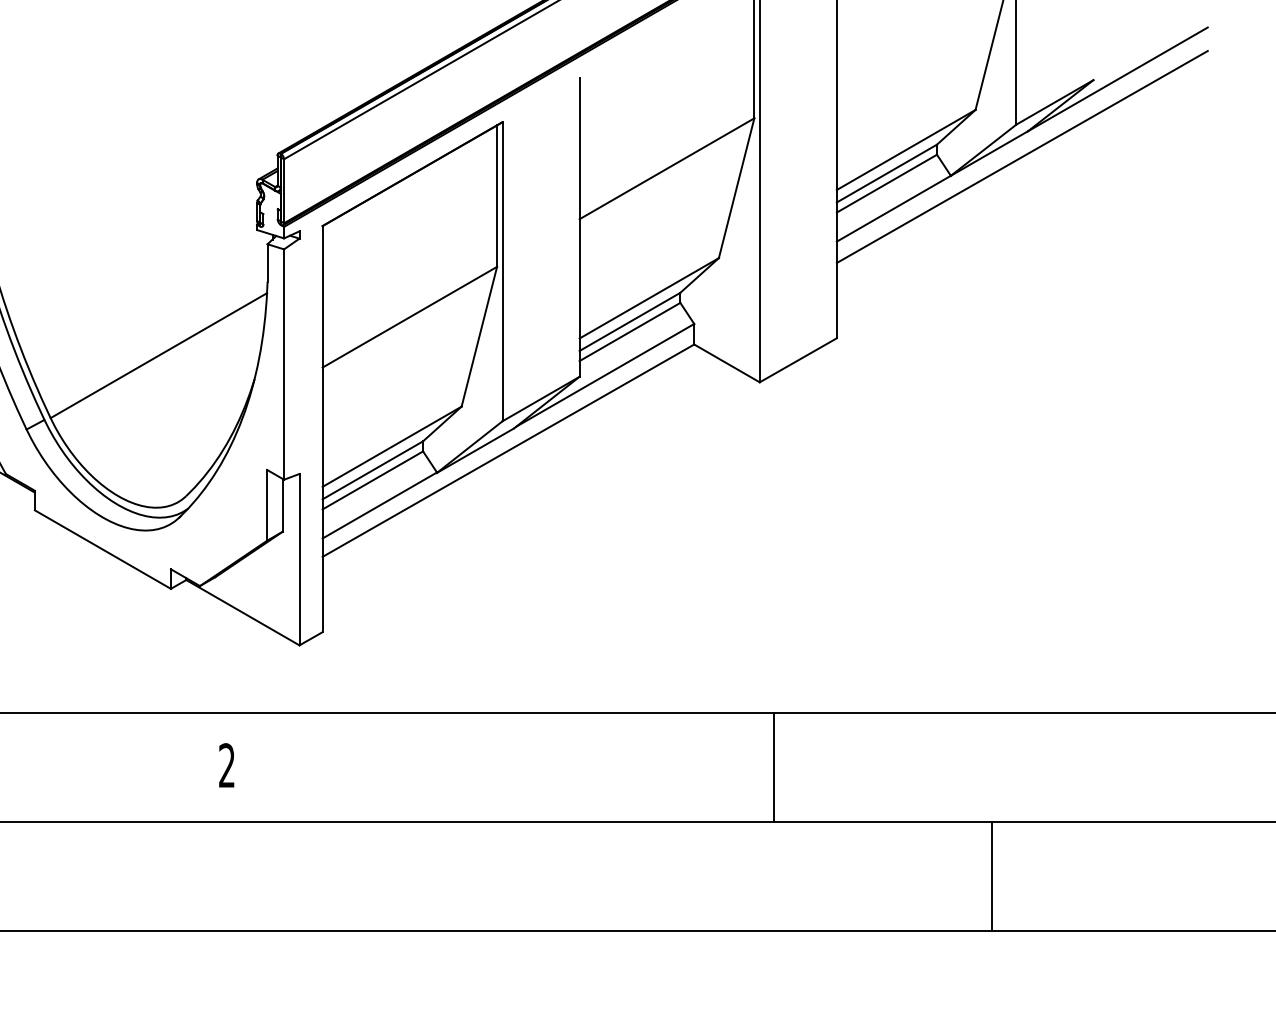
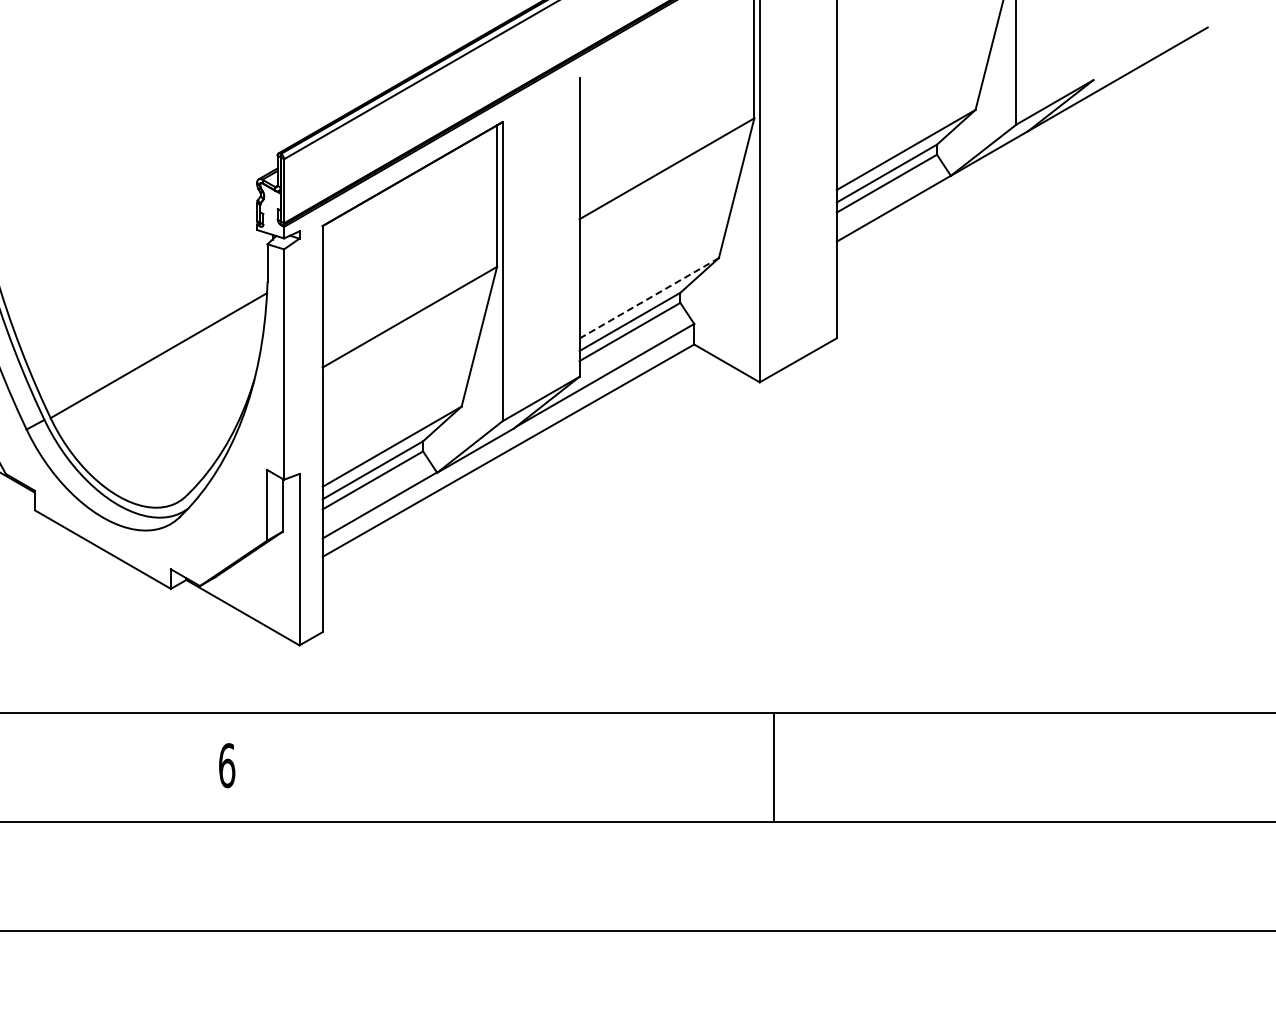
line at (1021, 157): present -> none
line at (649, 298): solid -> dashed
text at (227, 765): 2 -> 6
line at (991, 876): present -> none
